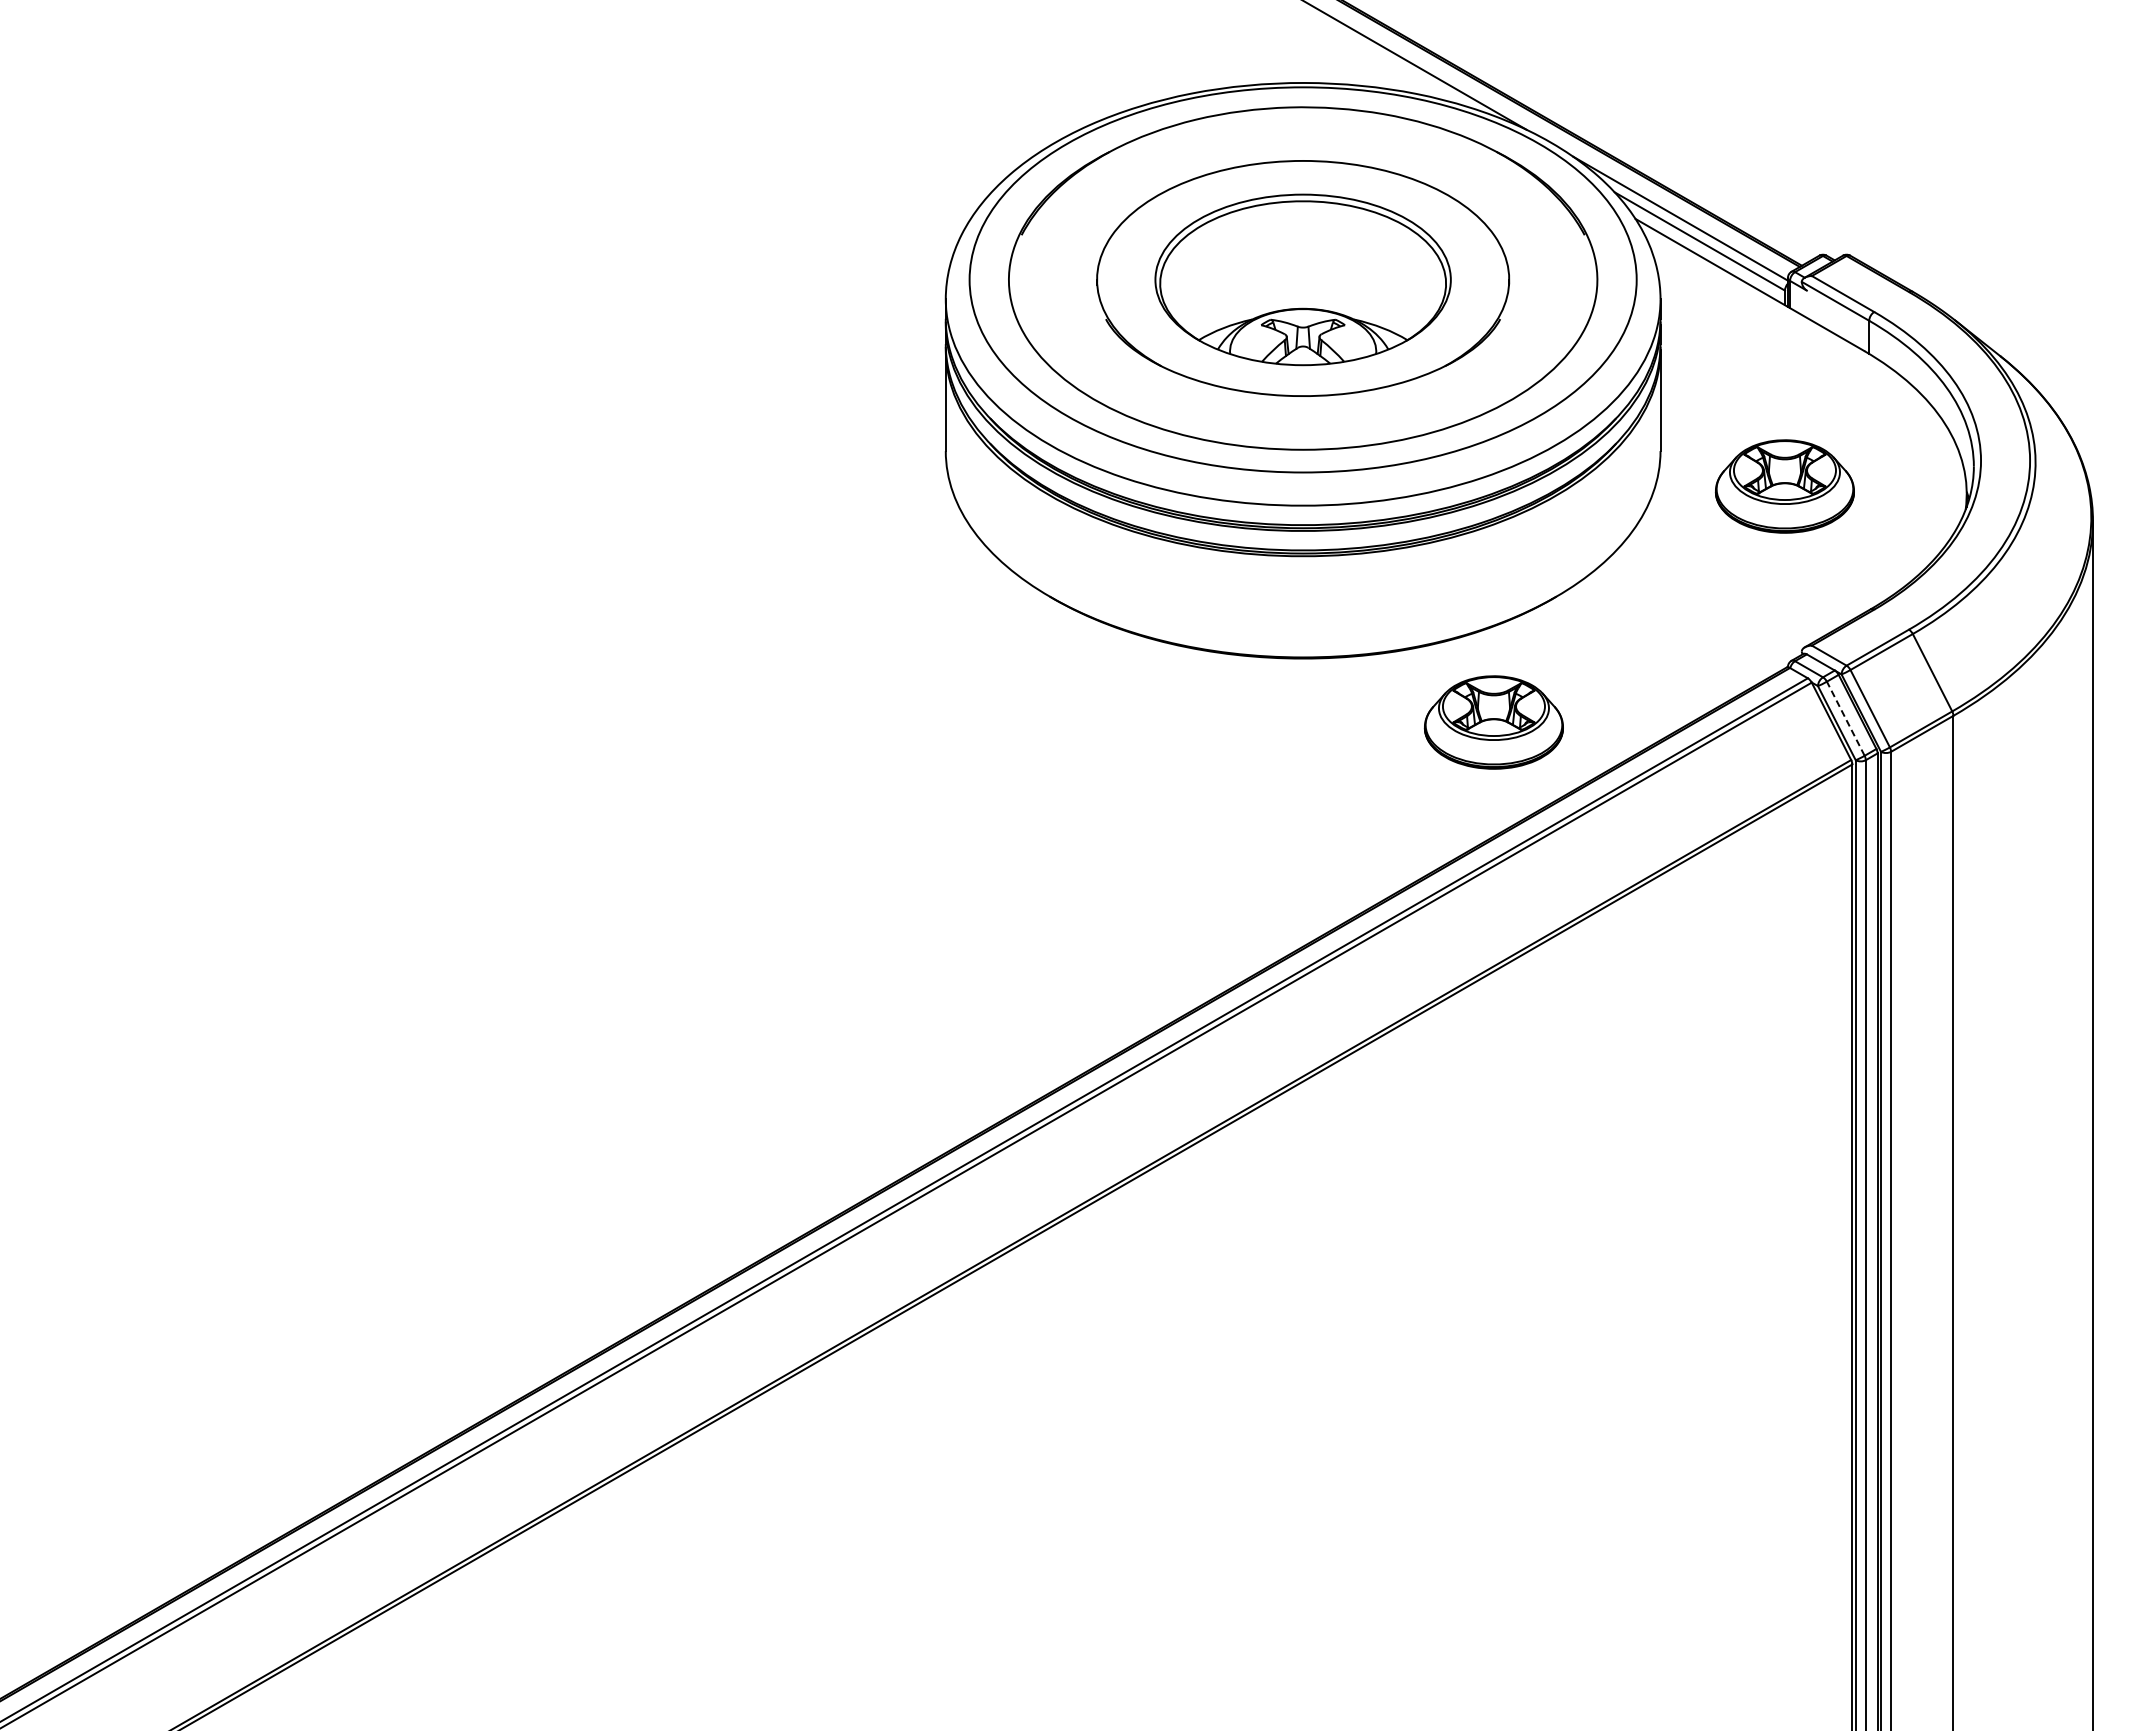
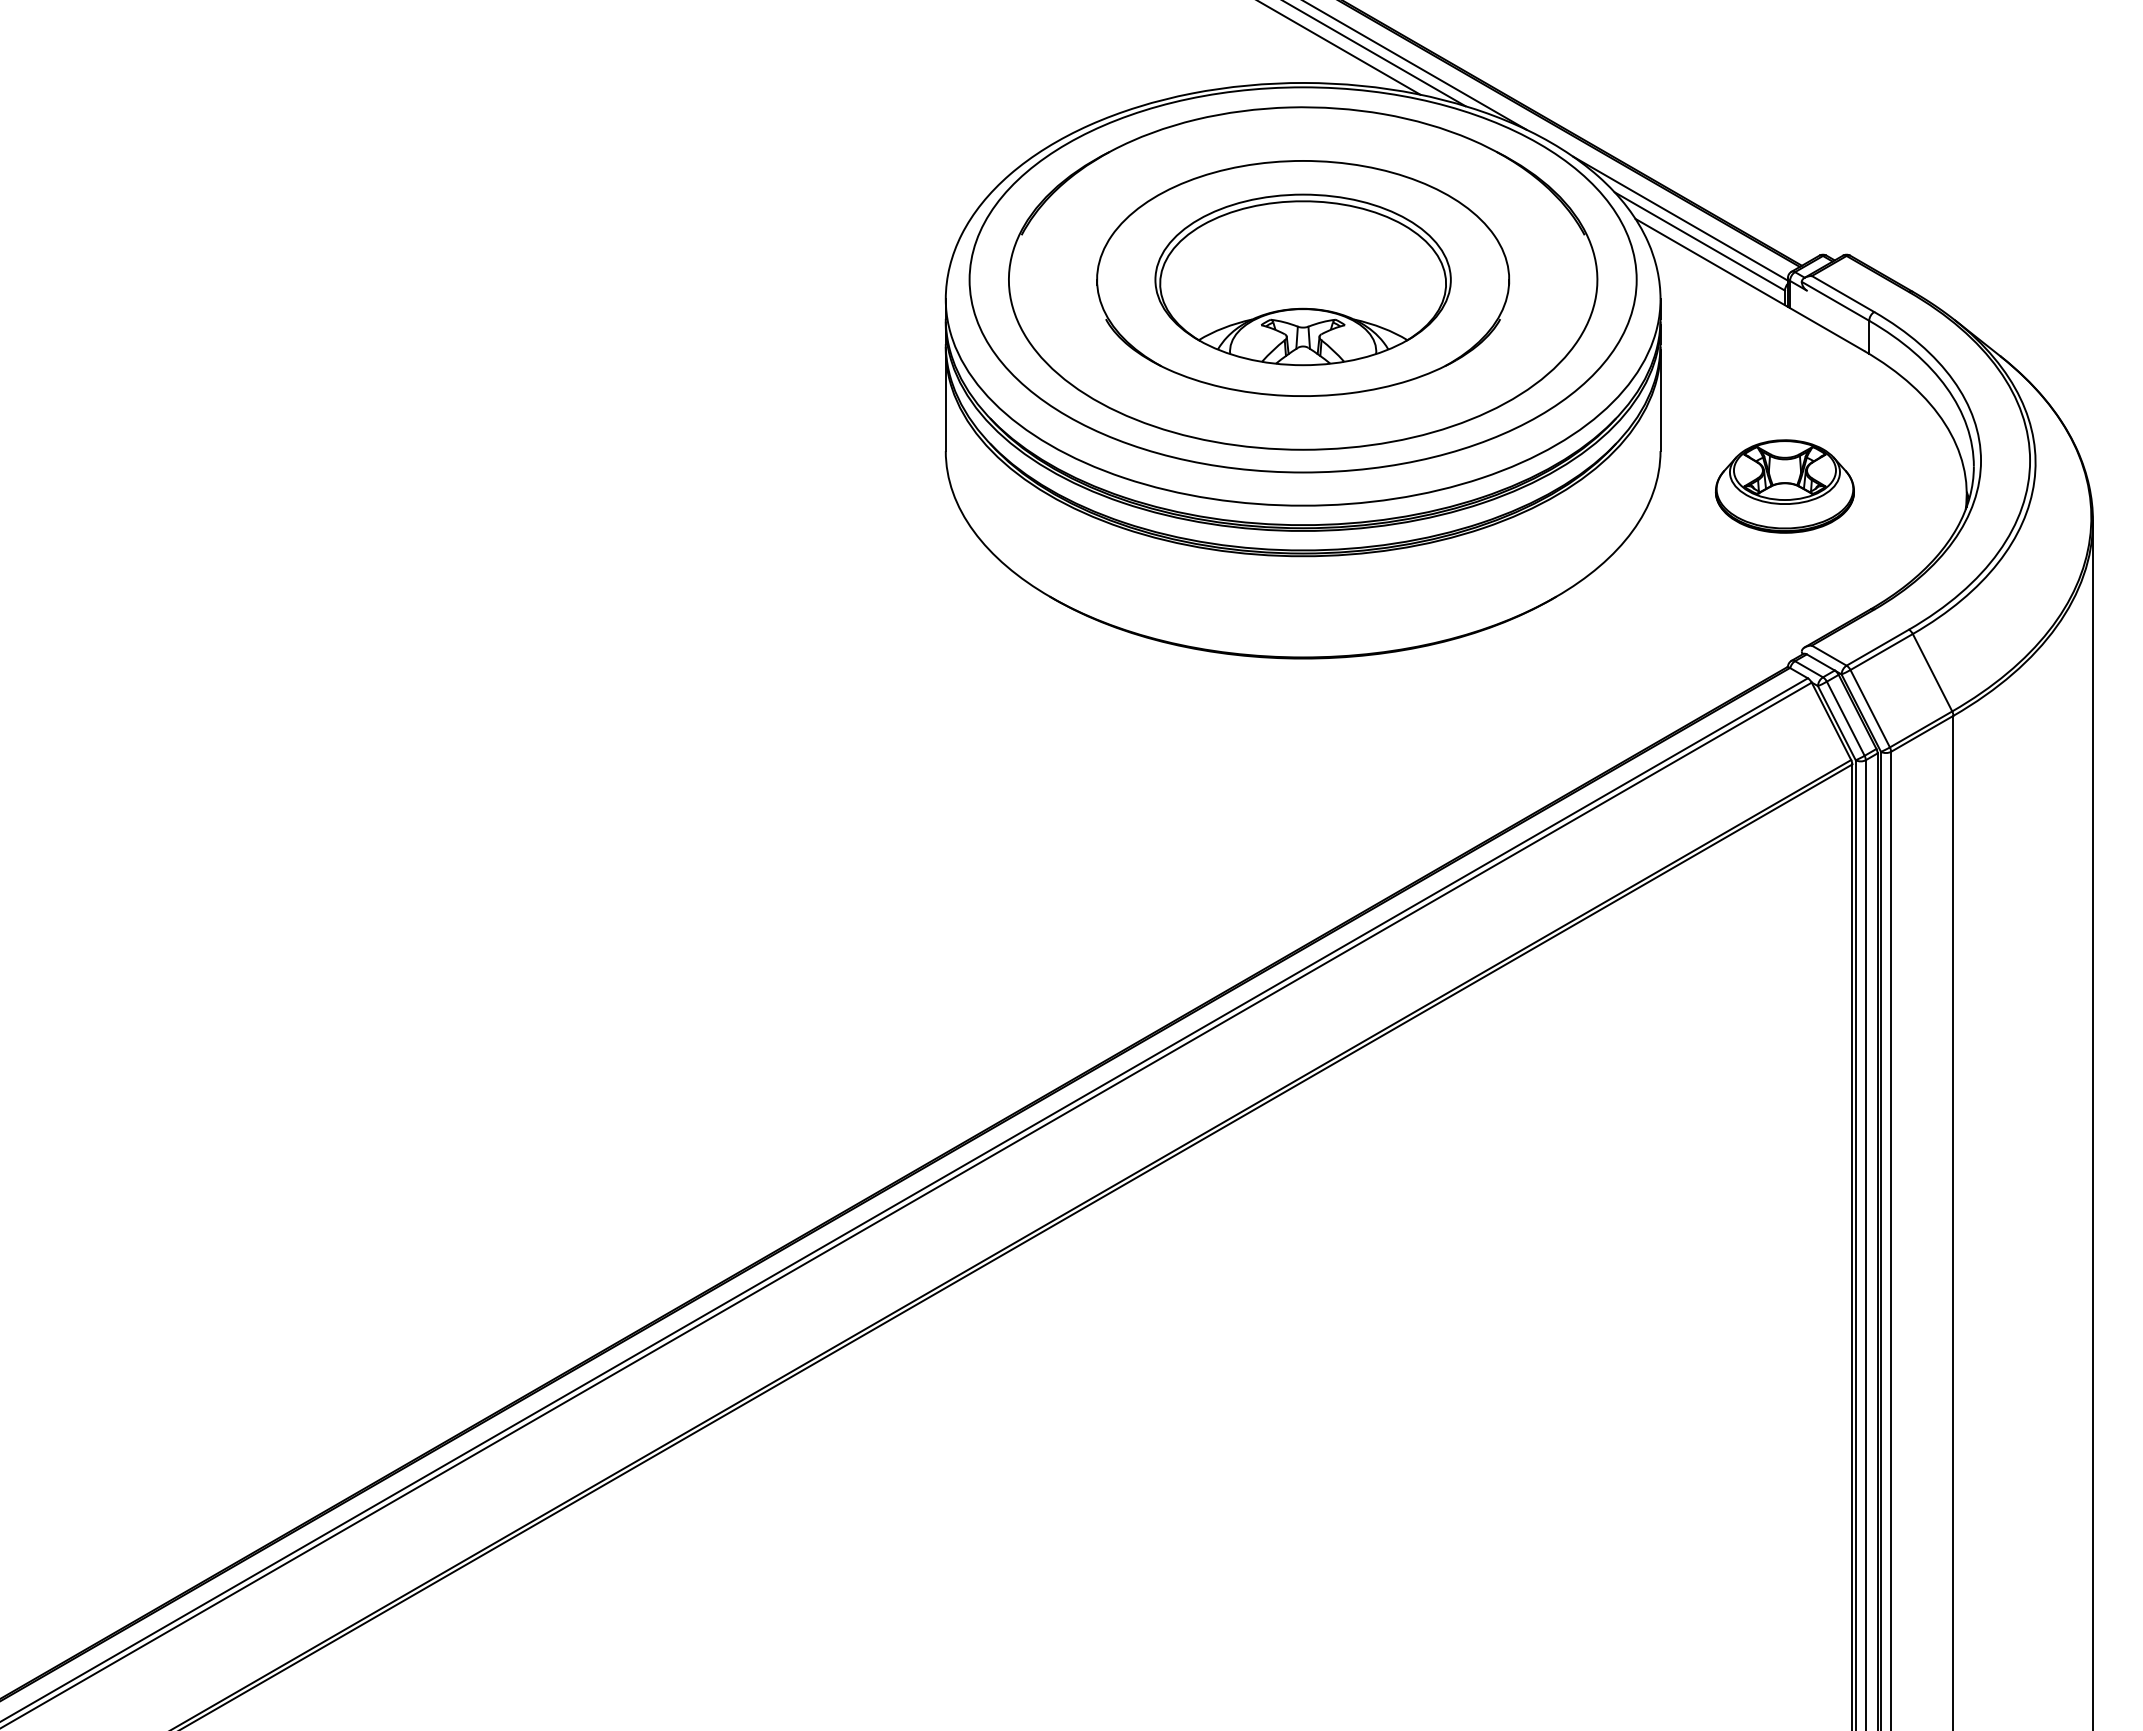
line at (1340, 48): none -> present
line at (1375, 54): none -> present
line at (1845, 718): dashed -> solid
part at (1493, 722): present -> none
